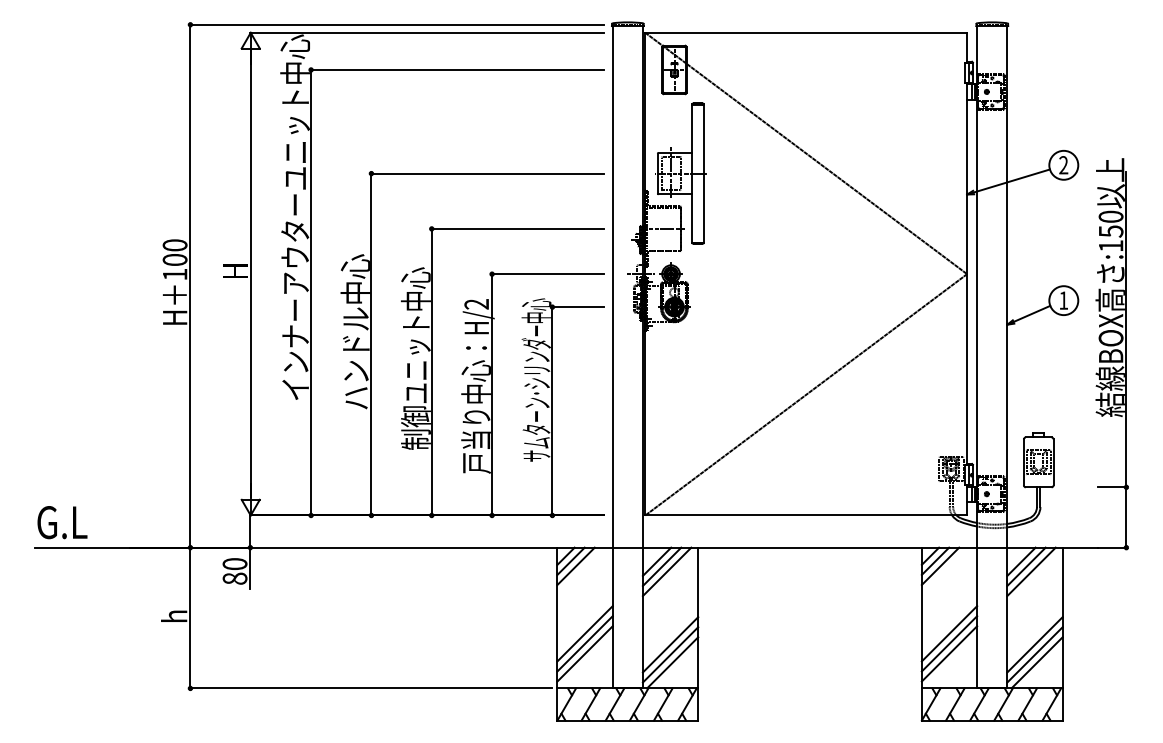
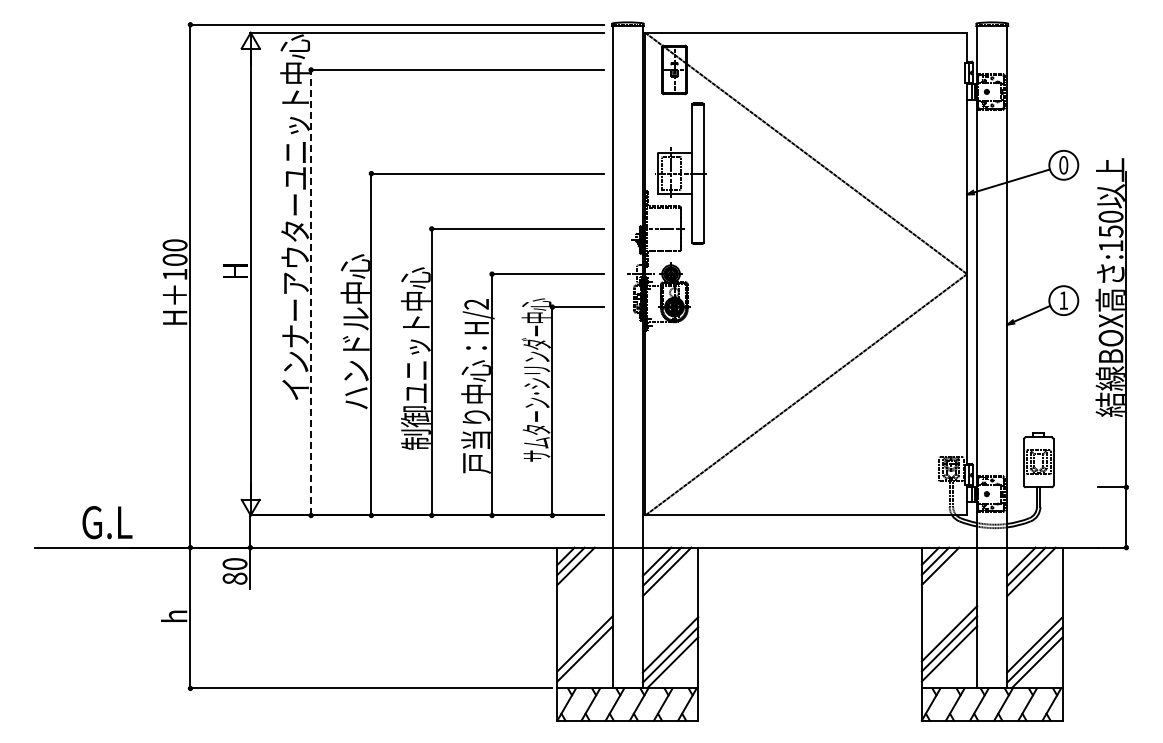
text at (1063, 165): 2 -> 0
line at (311, 292): solid -> dashed
text at (62, 522) position: (62, 522) -> (107, 522)
line at (584, 633): present -> none
